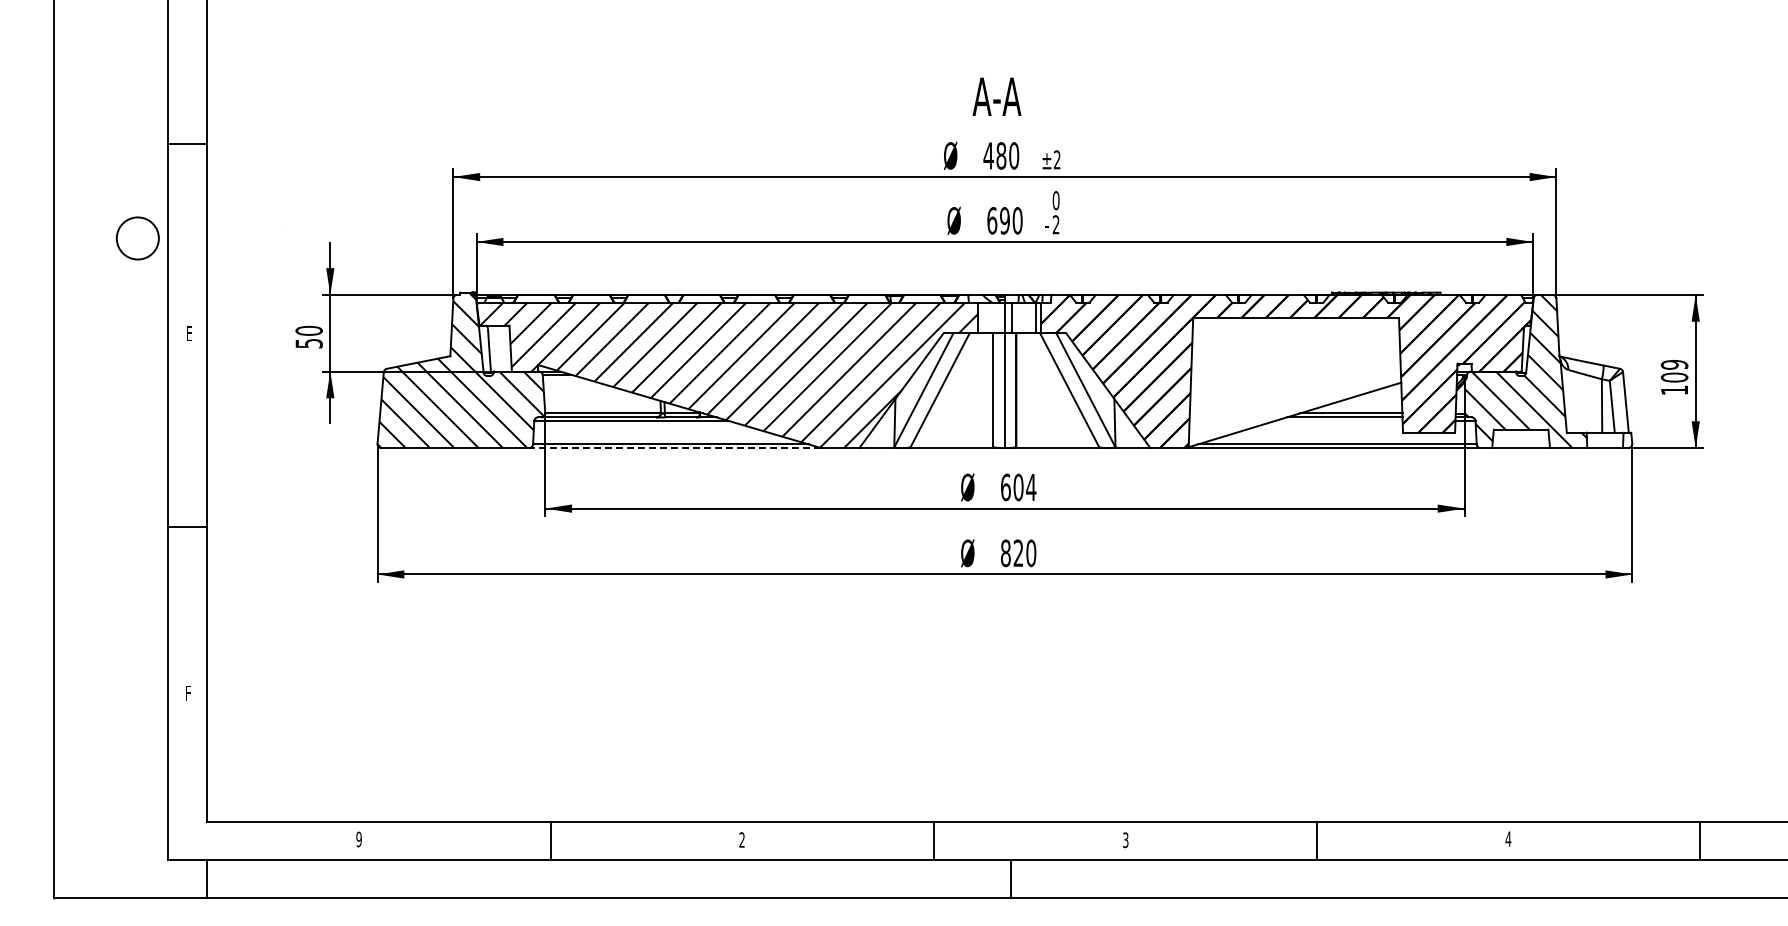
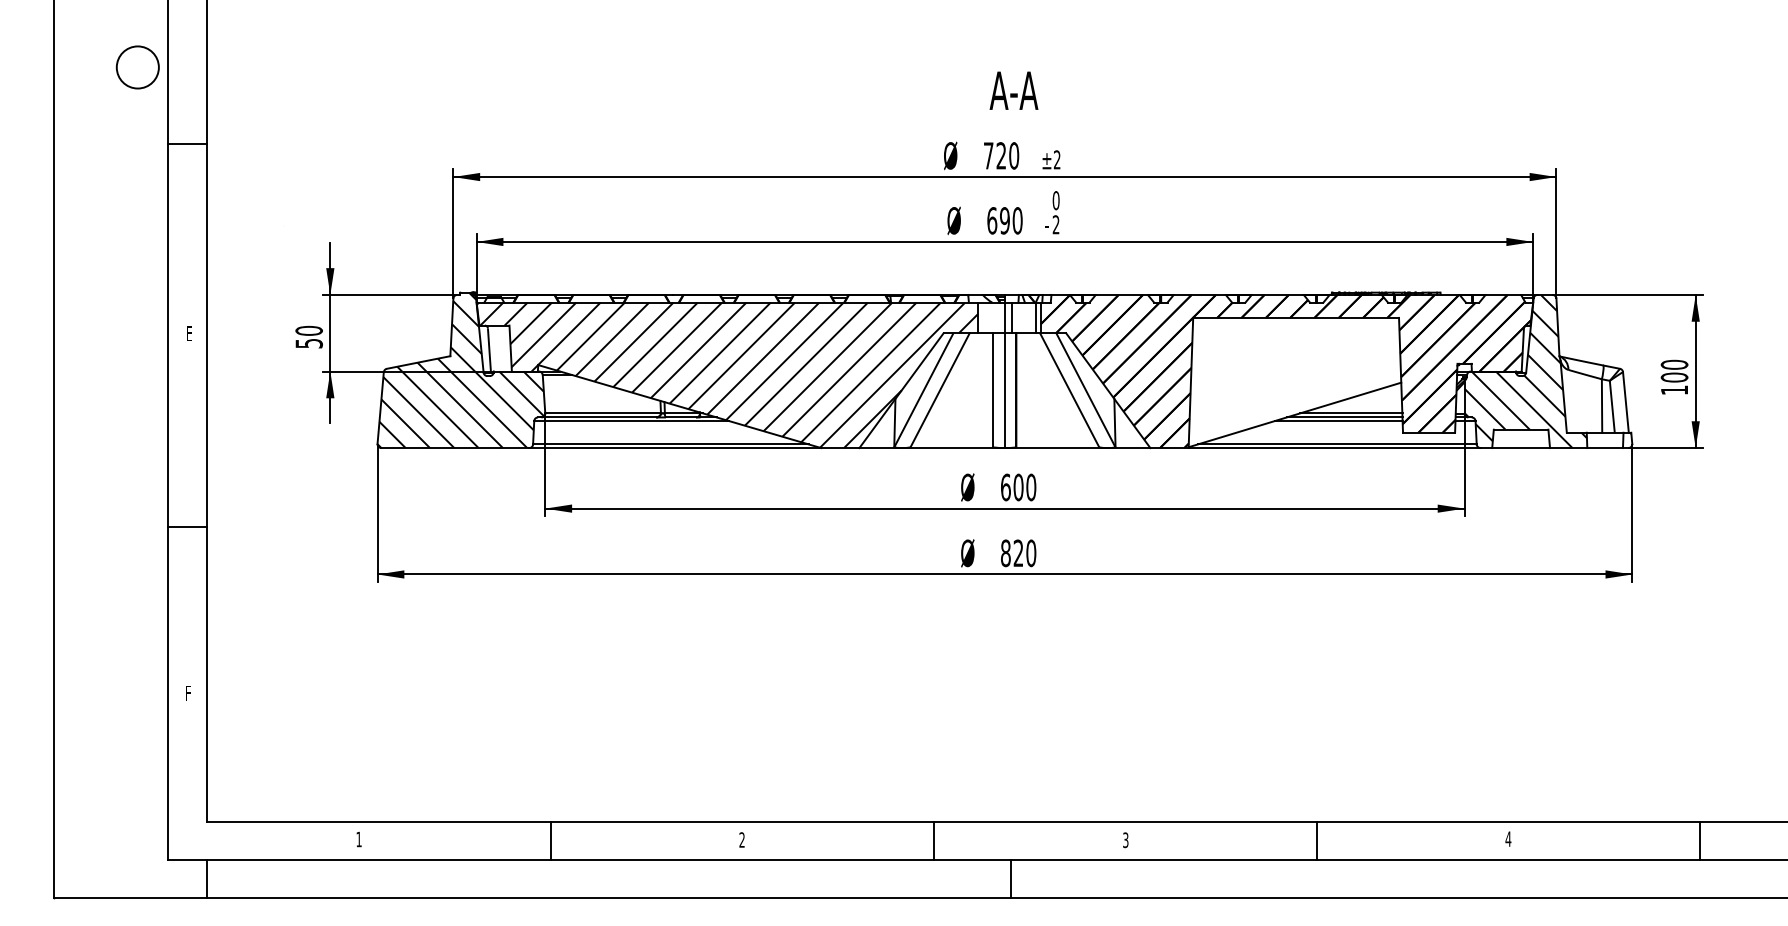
text at (996, 96) position: (996, 96) -> (1013, 90)
text at (994, 155): 480 -> 720
circle at (137, 238) position: (137, 238) -> (137, 67)
text at (1674, 364): 109 -> 100
line at (1338, 421): none -> present
line at (675, 448): dashed -> solid
text at (1031, 487): 604 -> 600
text at (358, 839): 9 -> 1
